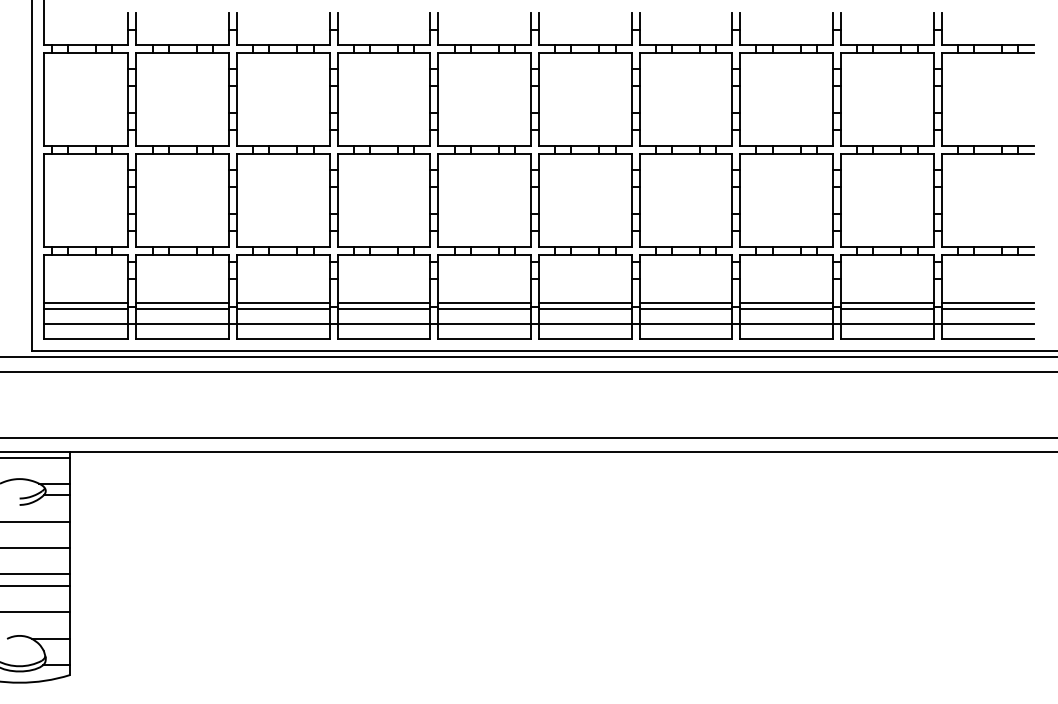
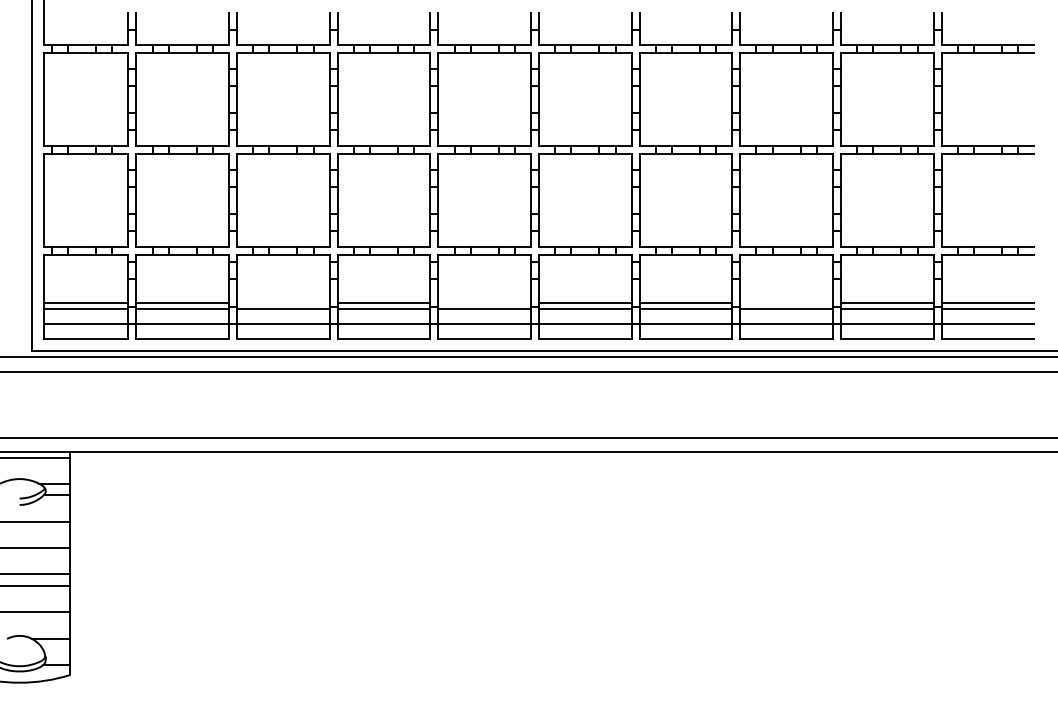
line at (283, 302): present -> none
line at (484, 302): present -> none
line at (786, 302): present -> none
